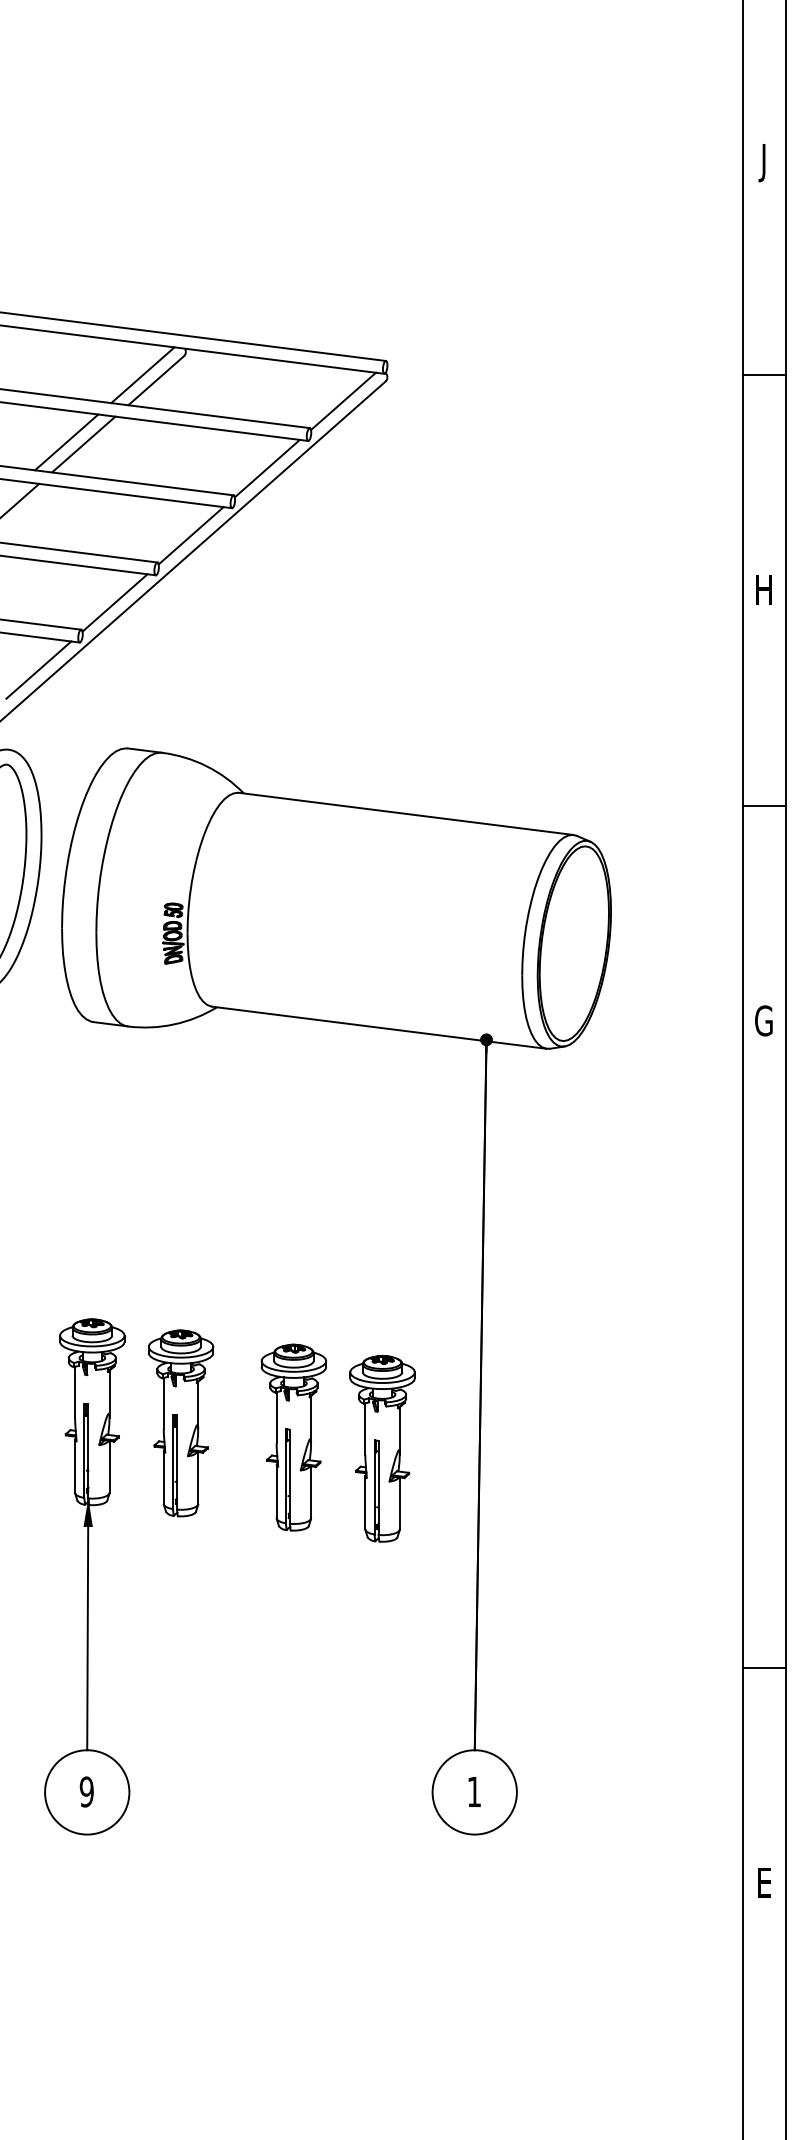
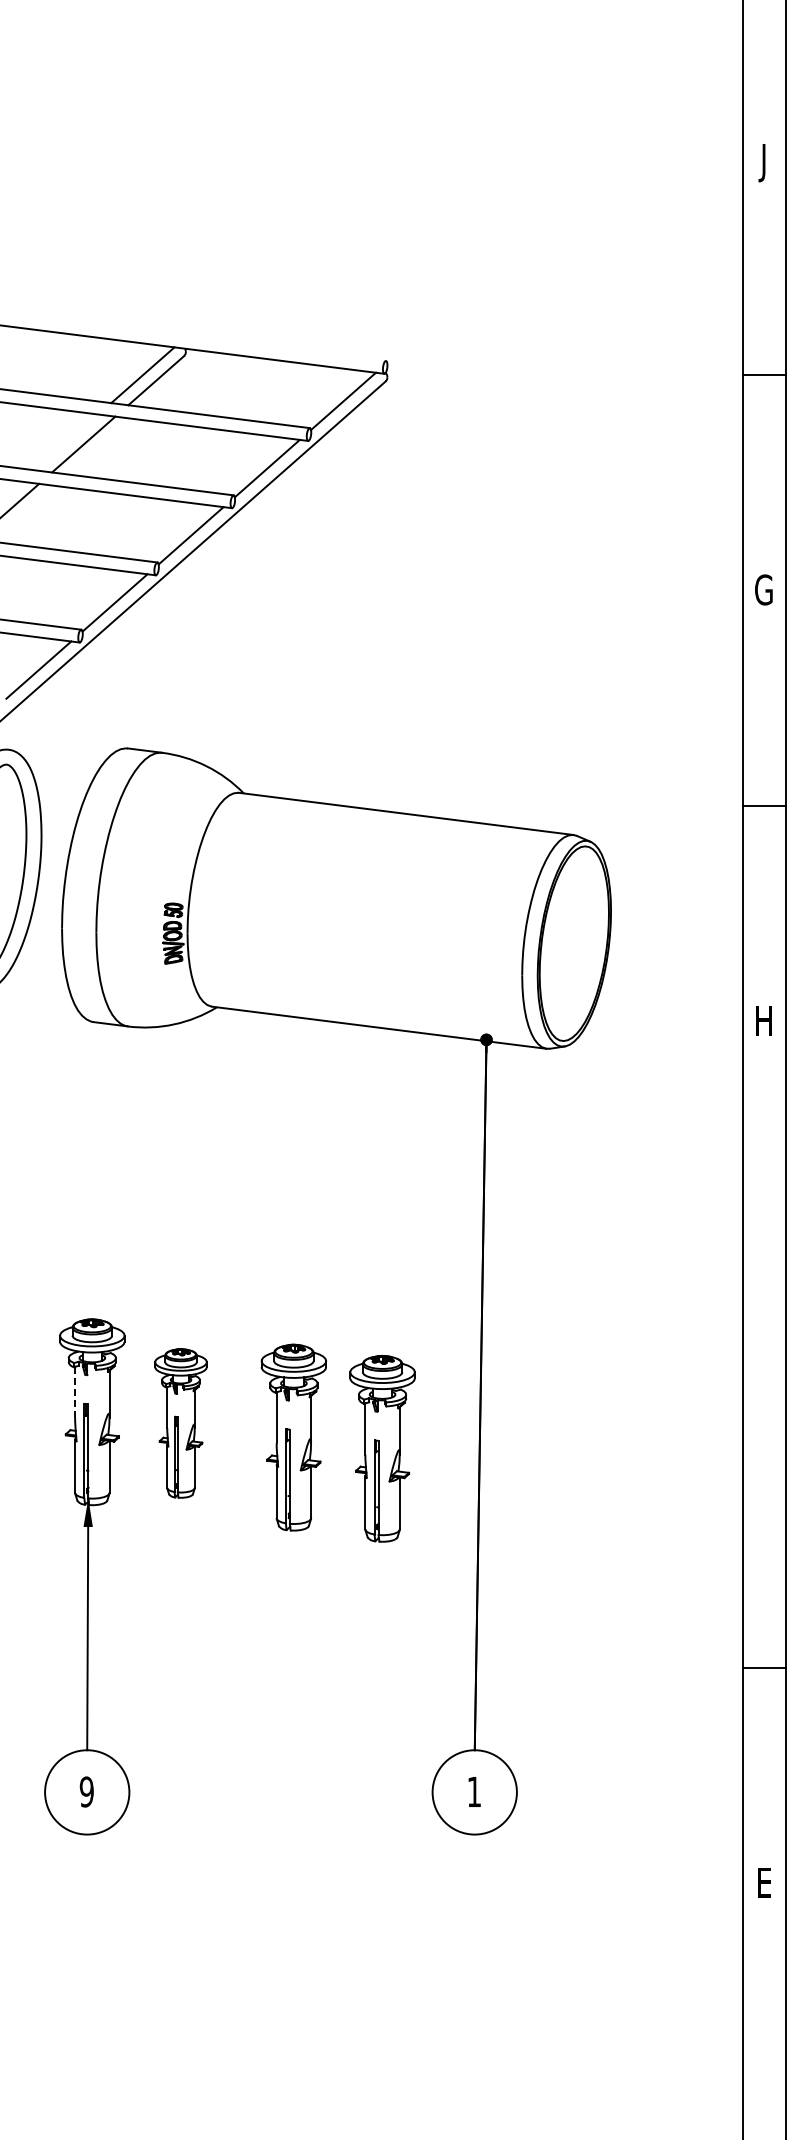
line at (194, 336): present -> none
line at (66, 442): present -> none
text at (763, 589): H -> G
text at (763, 1020): G -> H
line at (75, 1392): solid -> dashed
part at (180, 1423) size: 68x189 px -> 54x151 px
